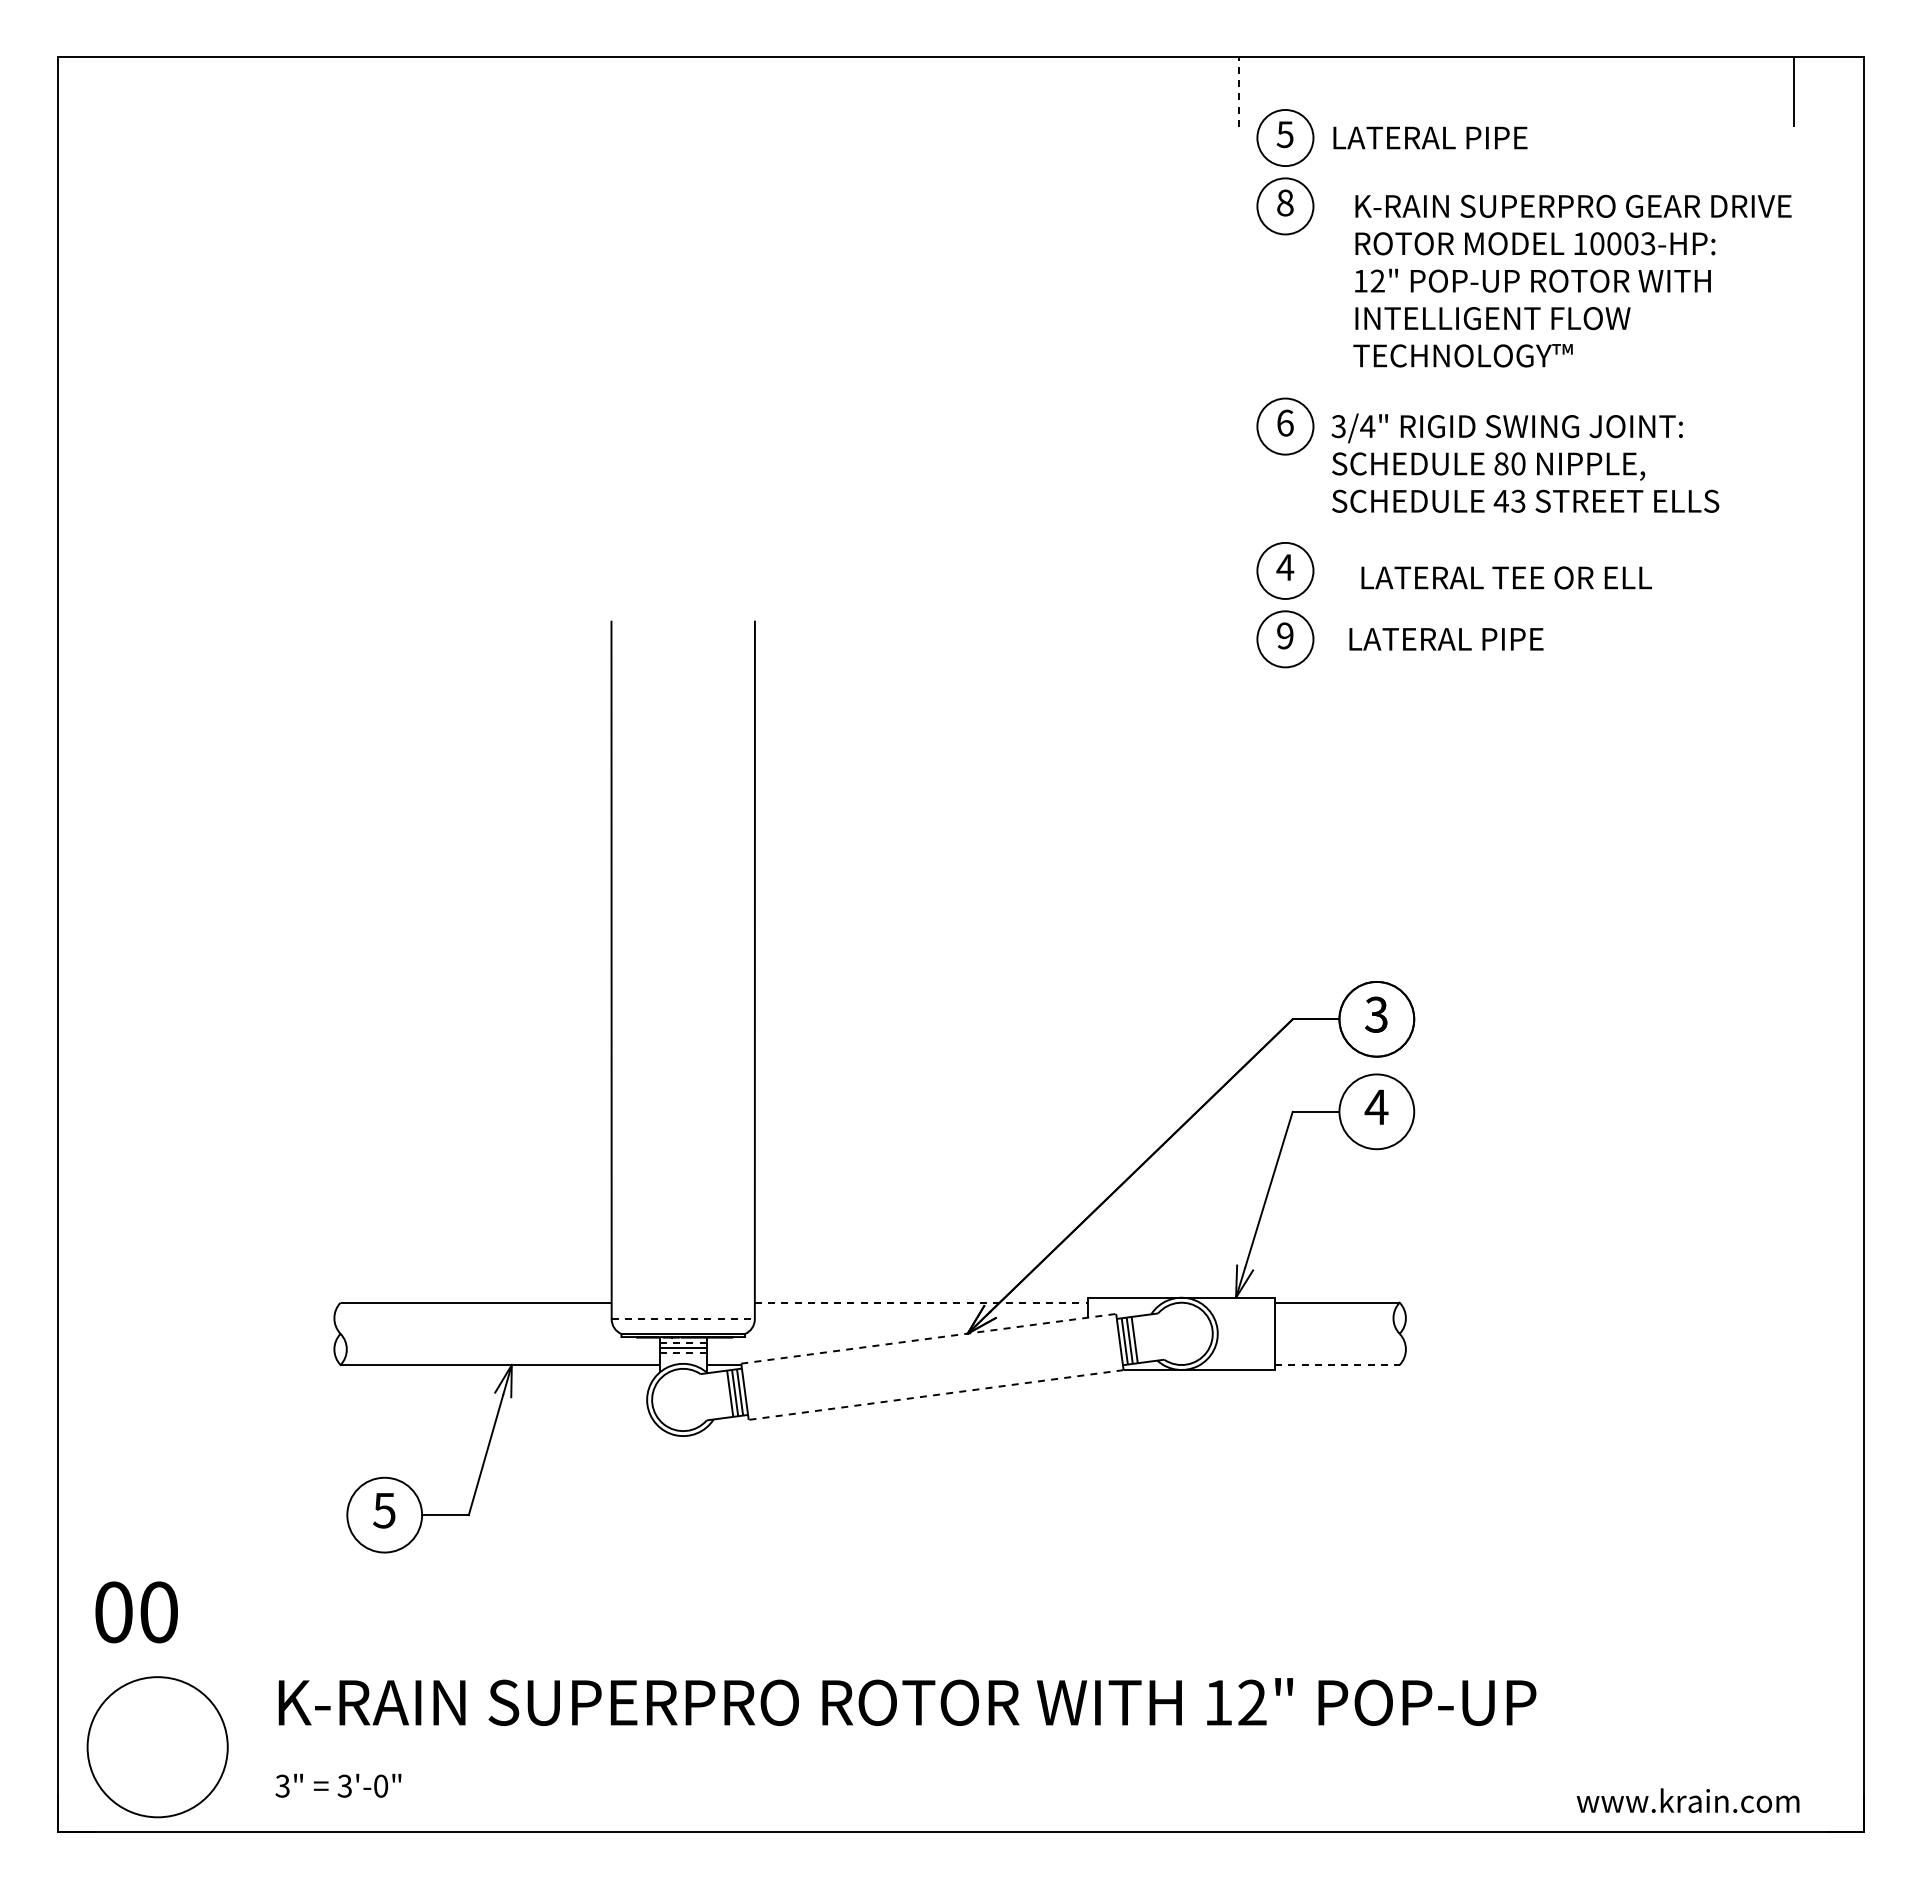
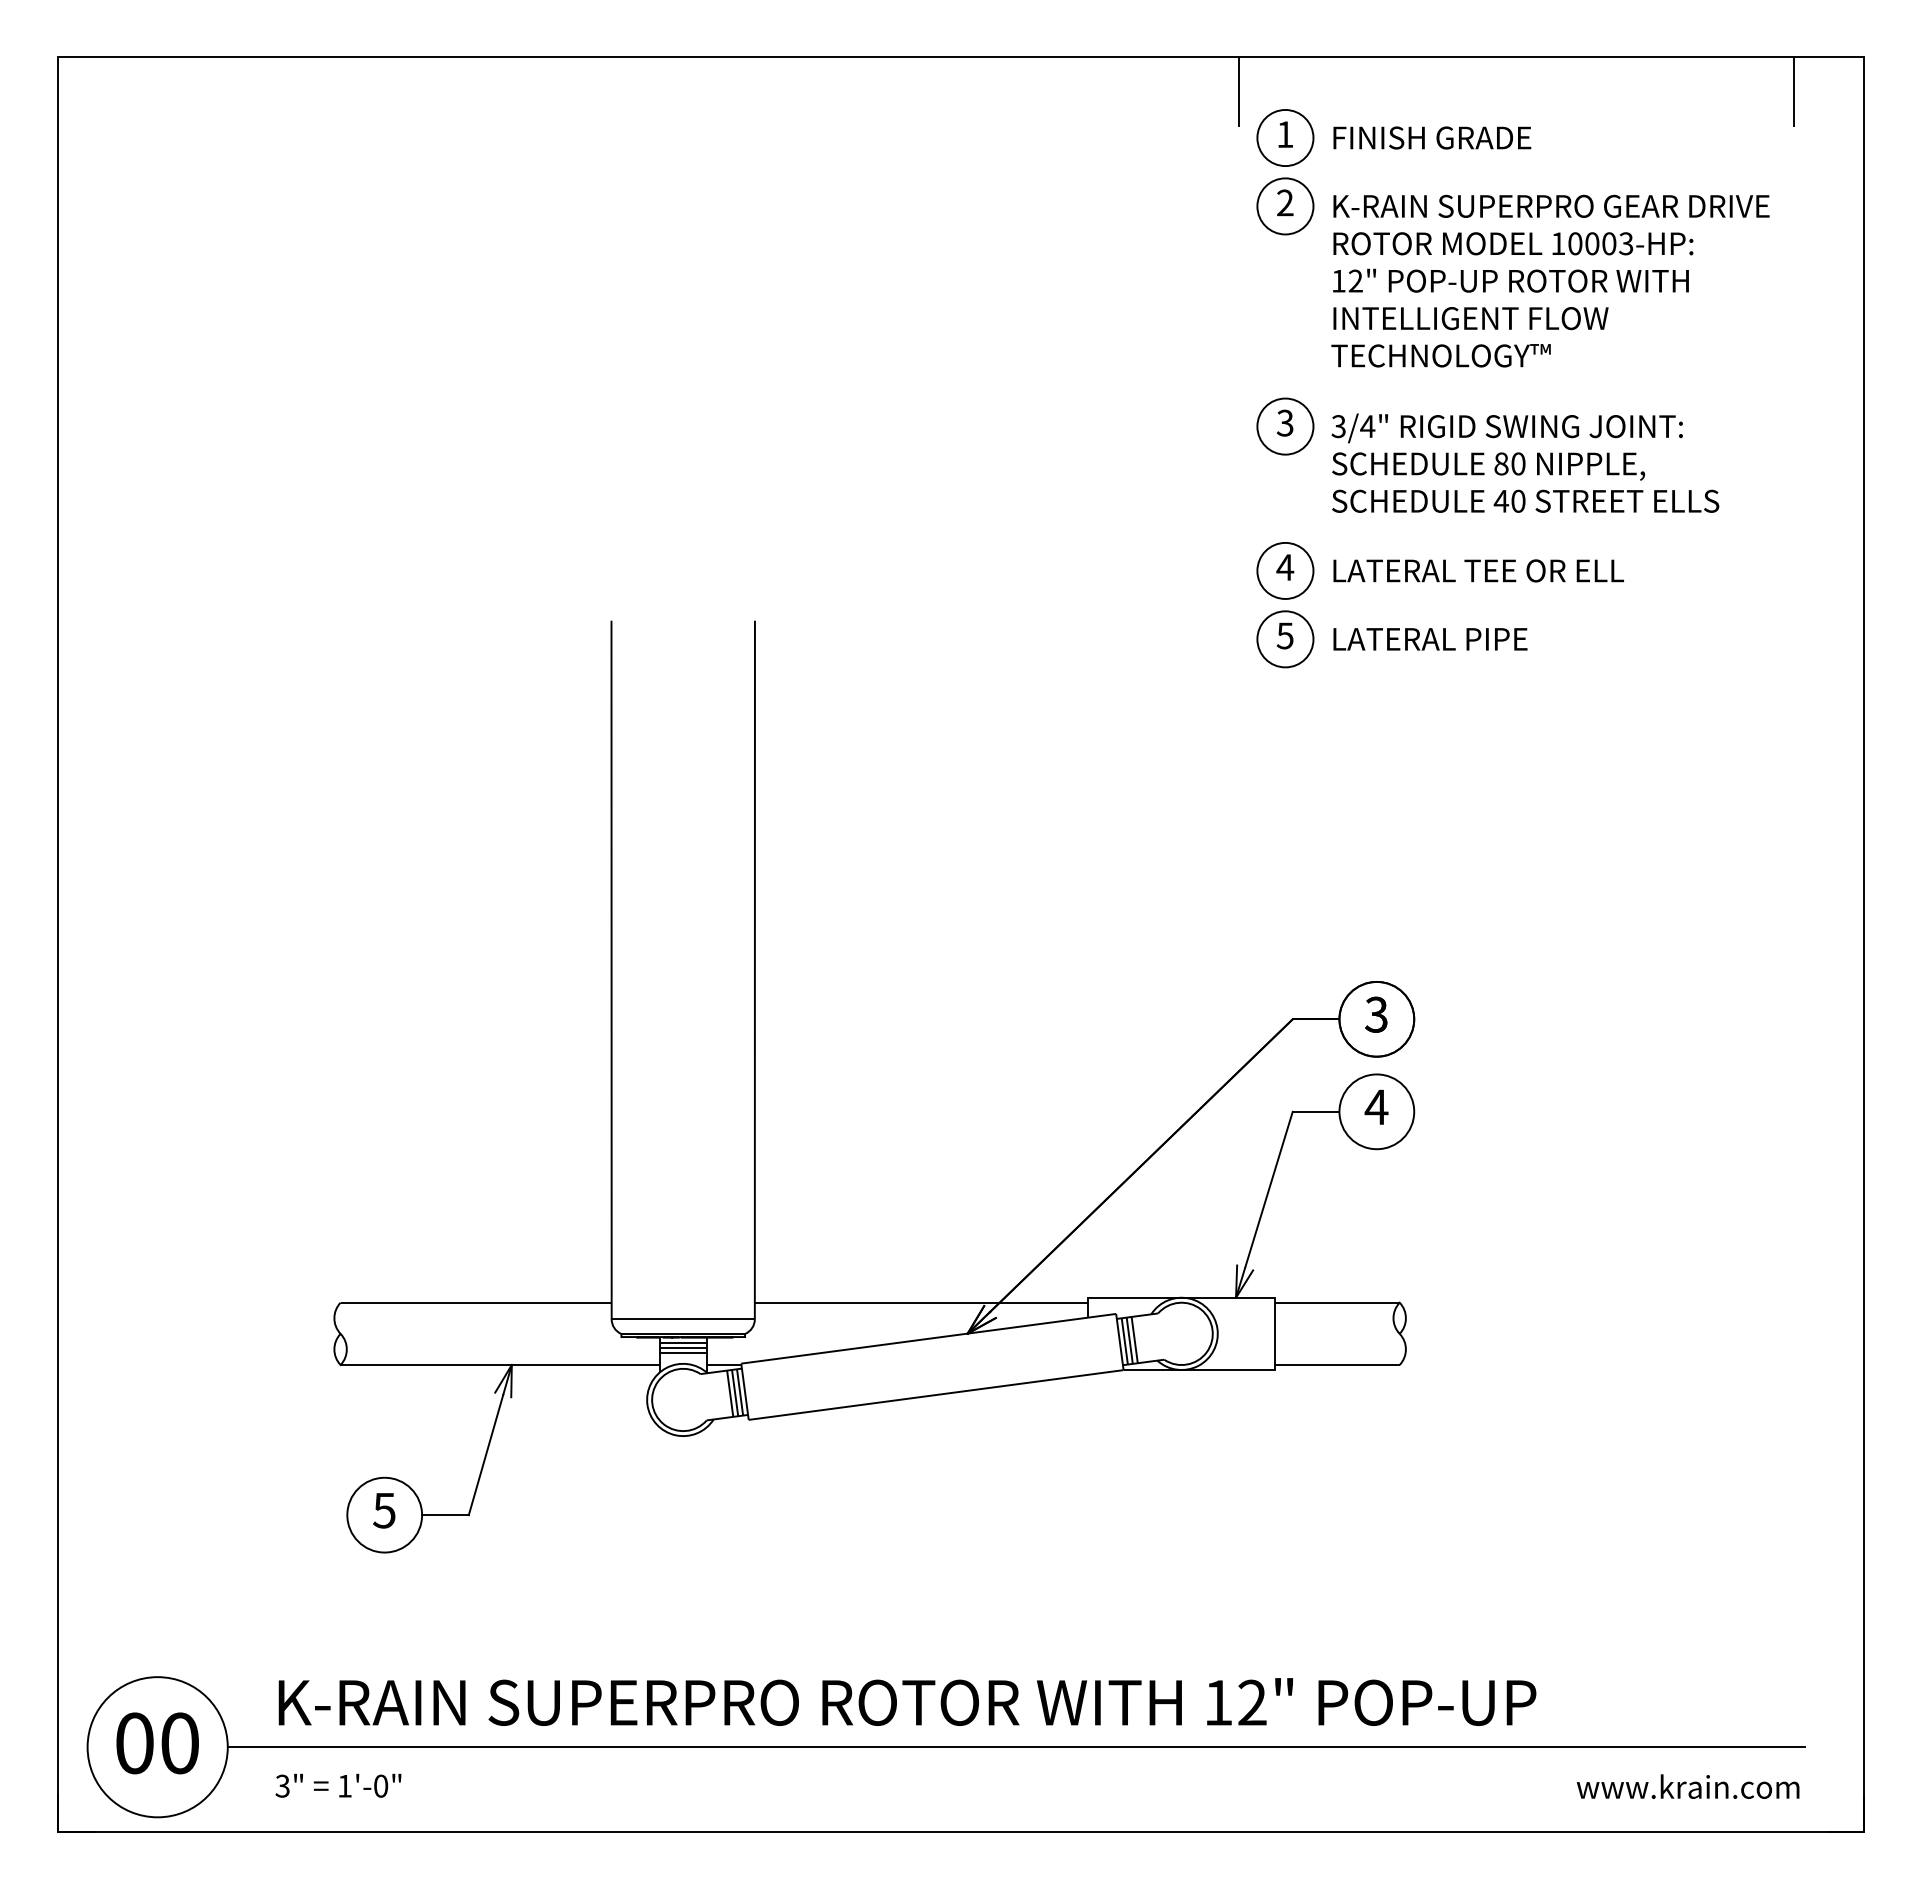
line at (1238, 91): dashed -> solid
text at (1284, 134): 5 -> 1
text at (1433, 137): LATERAL PIPE -> FINISH GRADE
text at (1285, 202): 8 -> 2
text at (1572, 280) position: (1572, 280) -> (1550, 280)
text at (1284, 422): 6 -> 3
text at (1518, 501): 43 -> 40
text at (1506, 577) position: (1506, 577) -> (1478, 570)
text at (1284, 635): 9 -> 5
text at (1446, 639) position: (1446, 639) -> (1430, 639)
line at (921, 1302): dashed -> solid
line at (683, 1319): dashed -> solid
line at (929, 1338): dashed -> solid
line at (682, 1342): dashed -> solid
line at (682, 1352): dashed -> solid
line at (1337, 1365): dashed -> solid
line at (935, 1395): dashed -> solid
text at (136, 1612) position: (136, 1612) -> (157, 1743)
line at (1015, 1747): none -> present
text at (344, 1785): 3'-0" -> 1'-0"
text at (1687, 1800) position: (1687, 1800) -> (1687, 1786)
